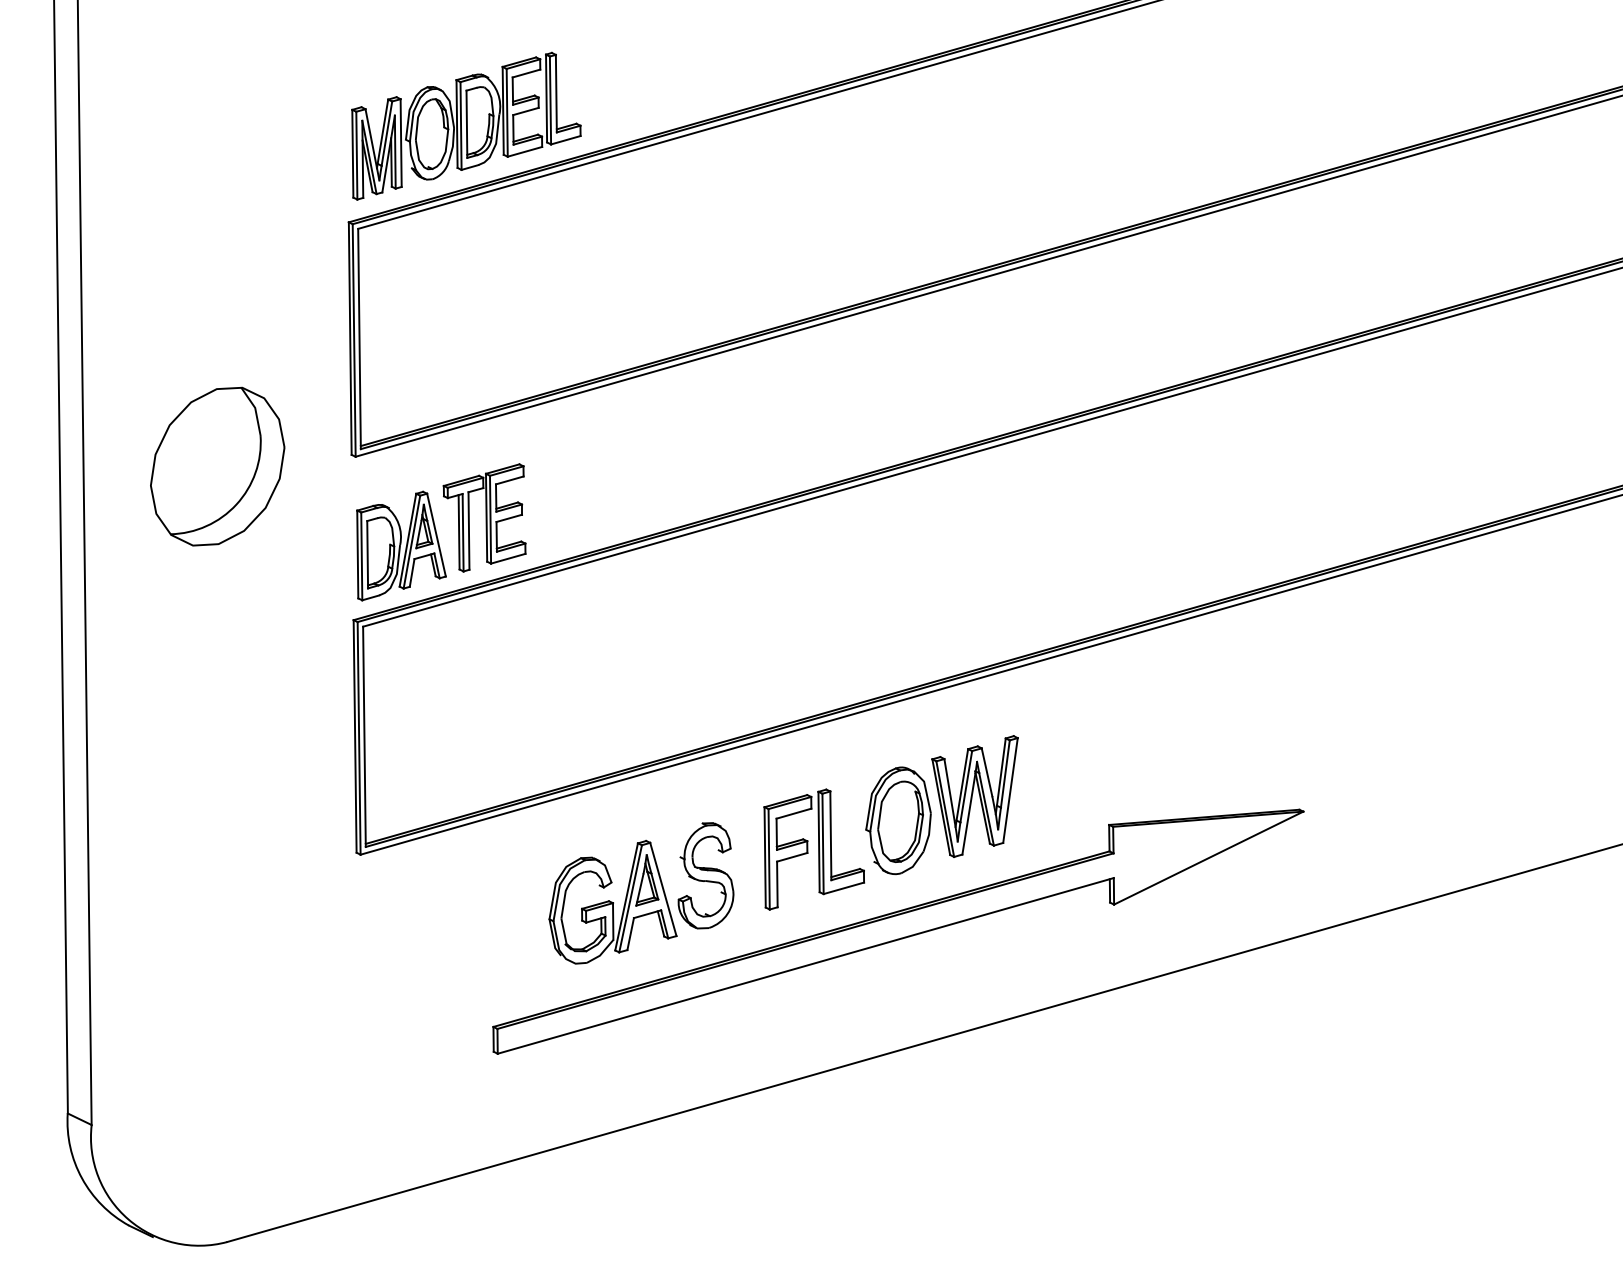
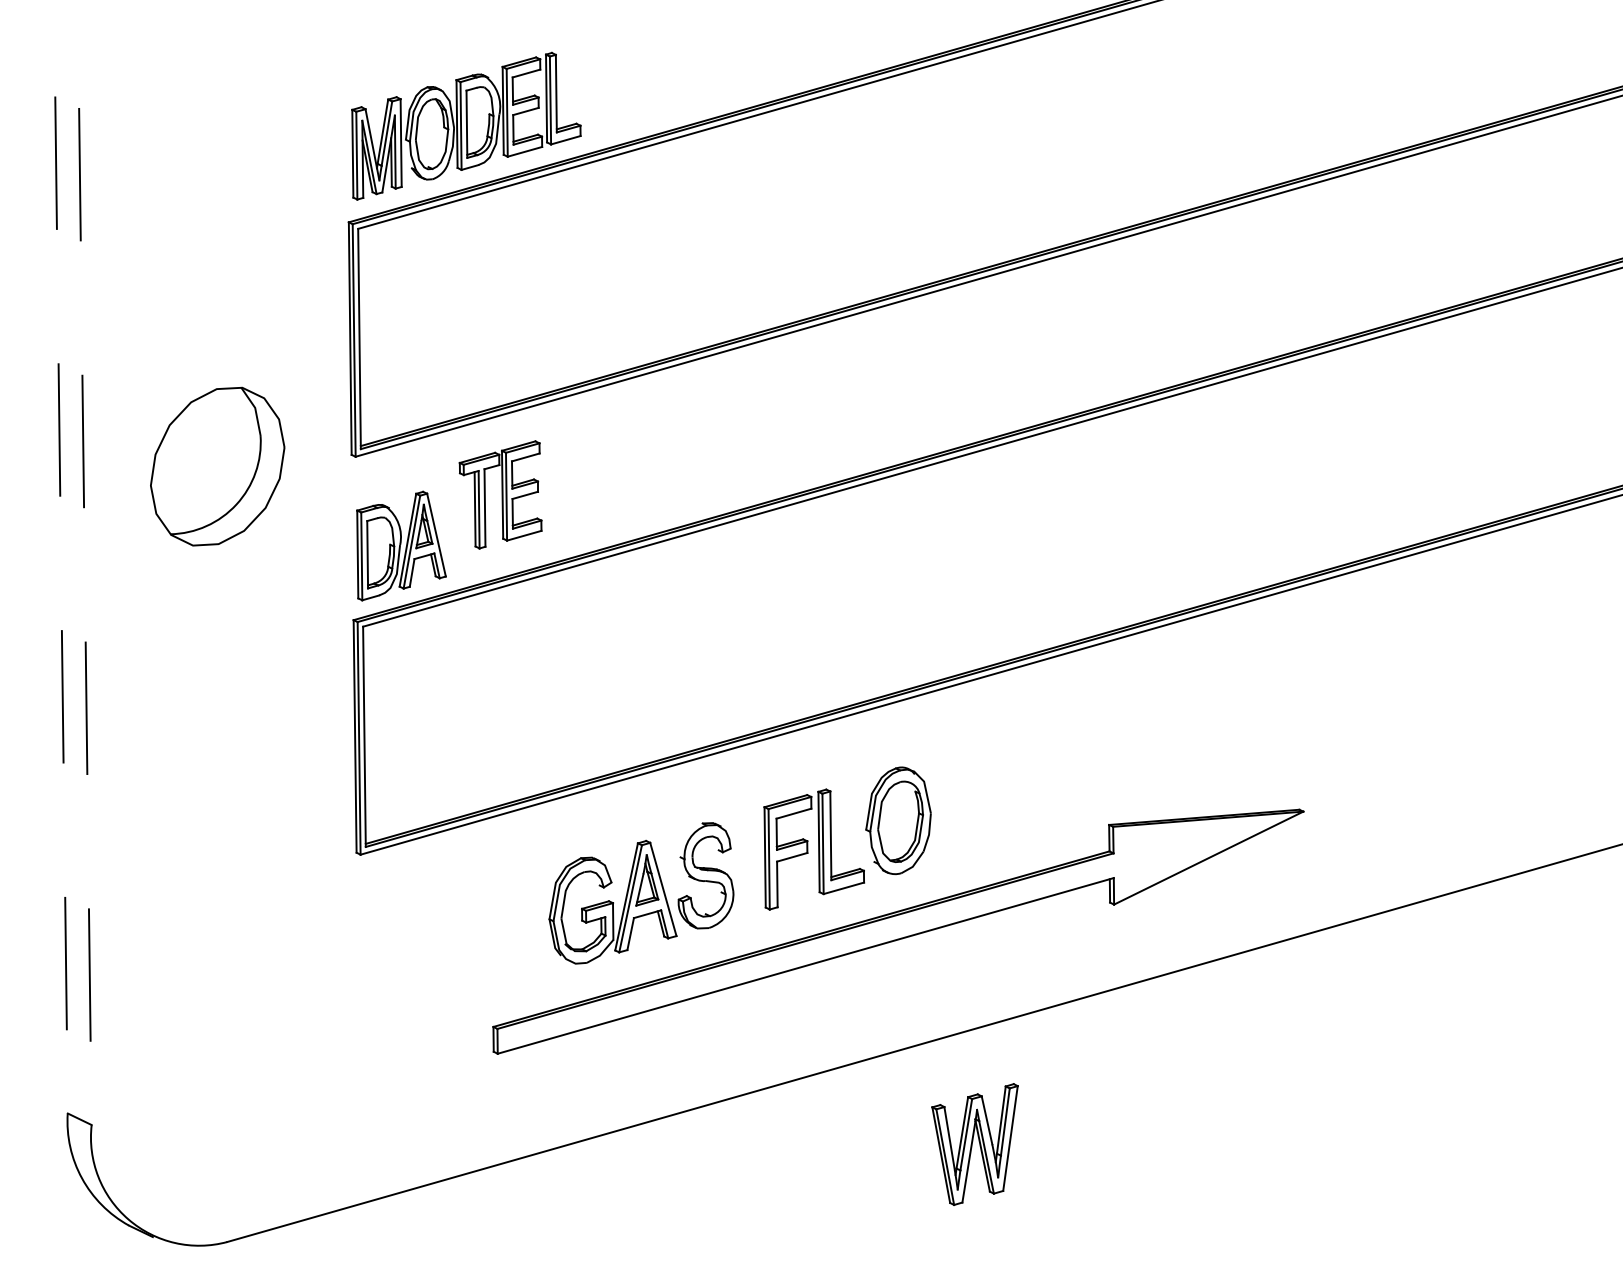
part at (484, 517) position: (484, 517) -> (500, 494)
line at (61, 557): solid -> dashed
line at (84, 563): solid -> dashed
part at (974, 796) position: (974, 796) -> (974, 1144)
